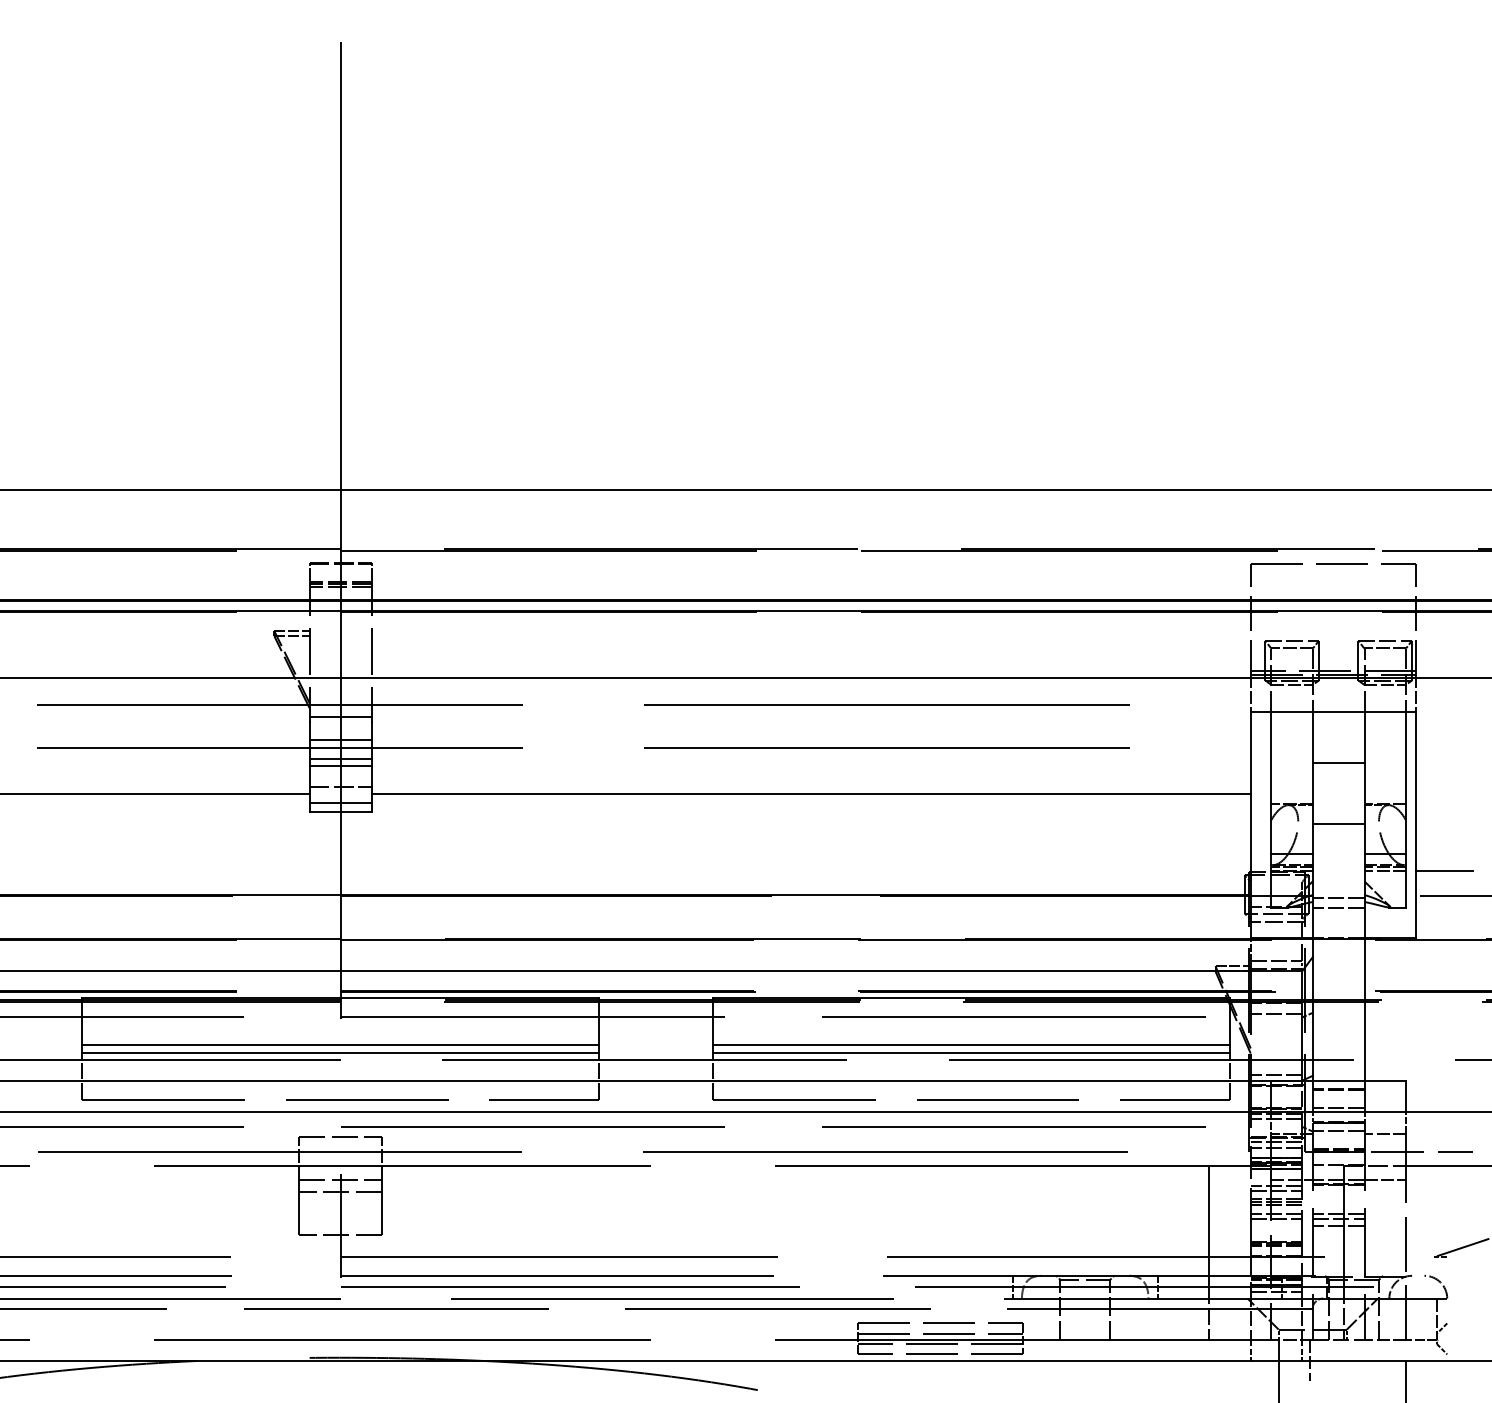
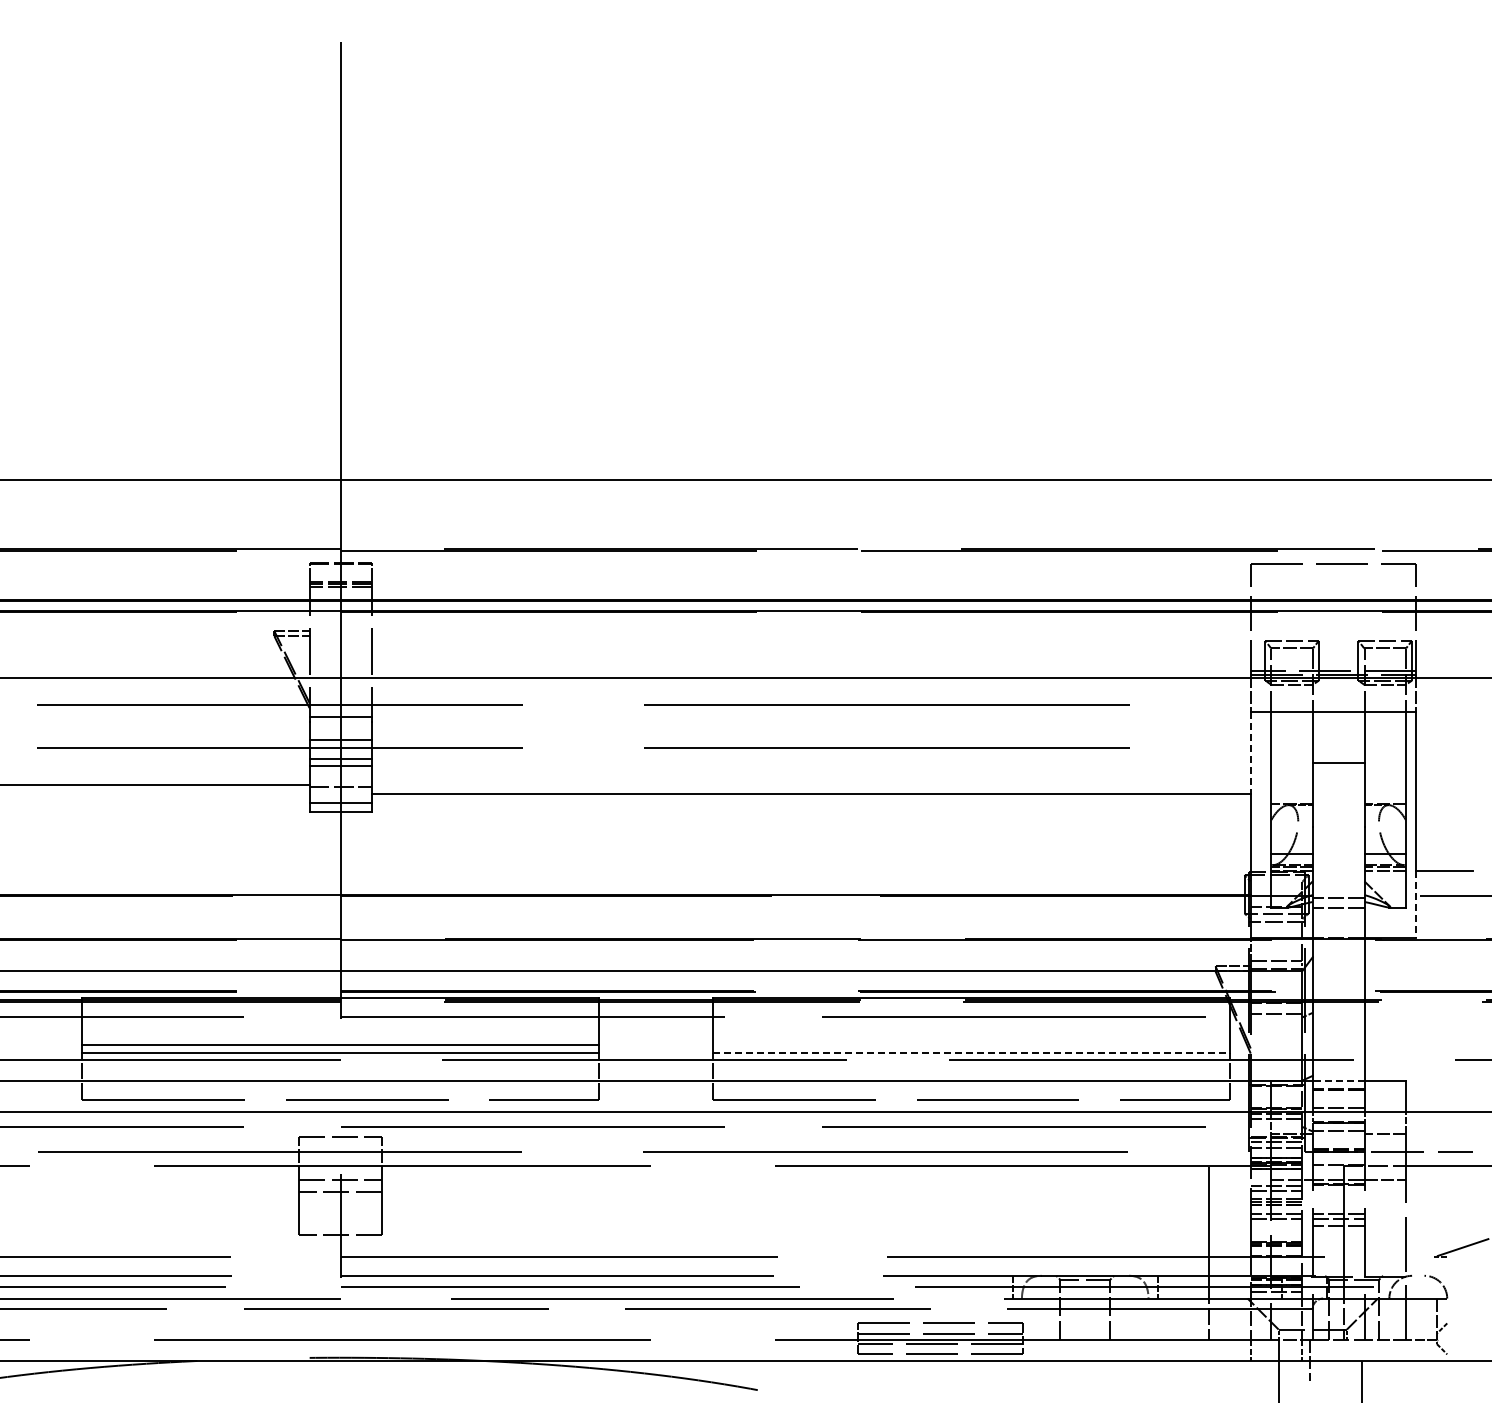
line at (745, 490) position: (745, 490) -> (745, 480)
line at (1250, 753): solid -> dashed
line at (155, 793) position: (155, 793) -> (155, 784)
line at (1338, 824): present -> none
line at (1416, 904): solid -> dashed
line at (971, 1044): present -> none
line at (971, 1053): solid -> dashed
line at (1276, 1075): present -> none
line at (1338, 1081): solid -> dashed
line at (1405, 1379) position: (1405, 1379) -> (1361, 1379)
